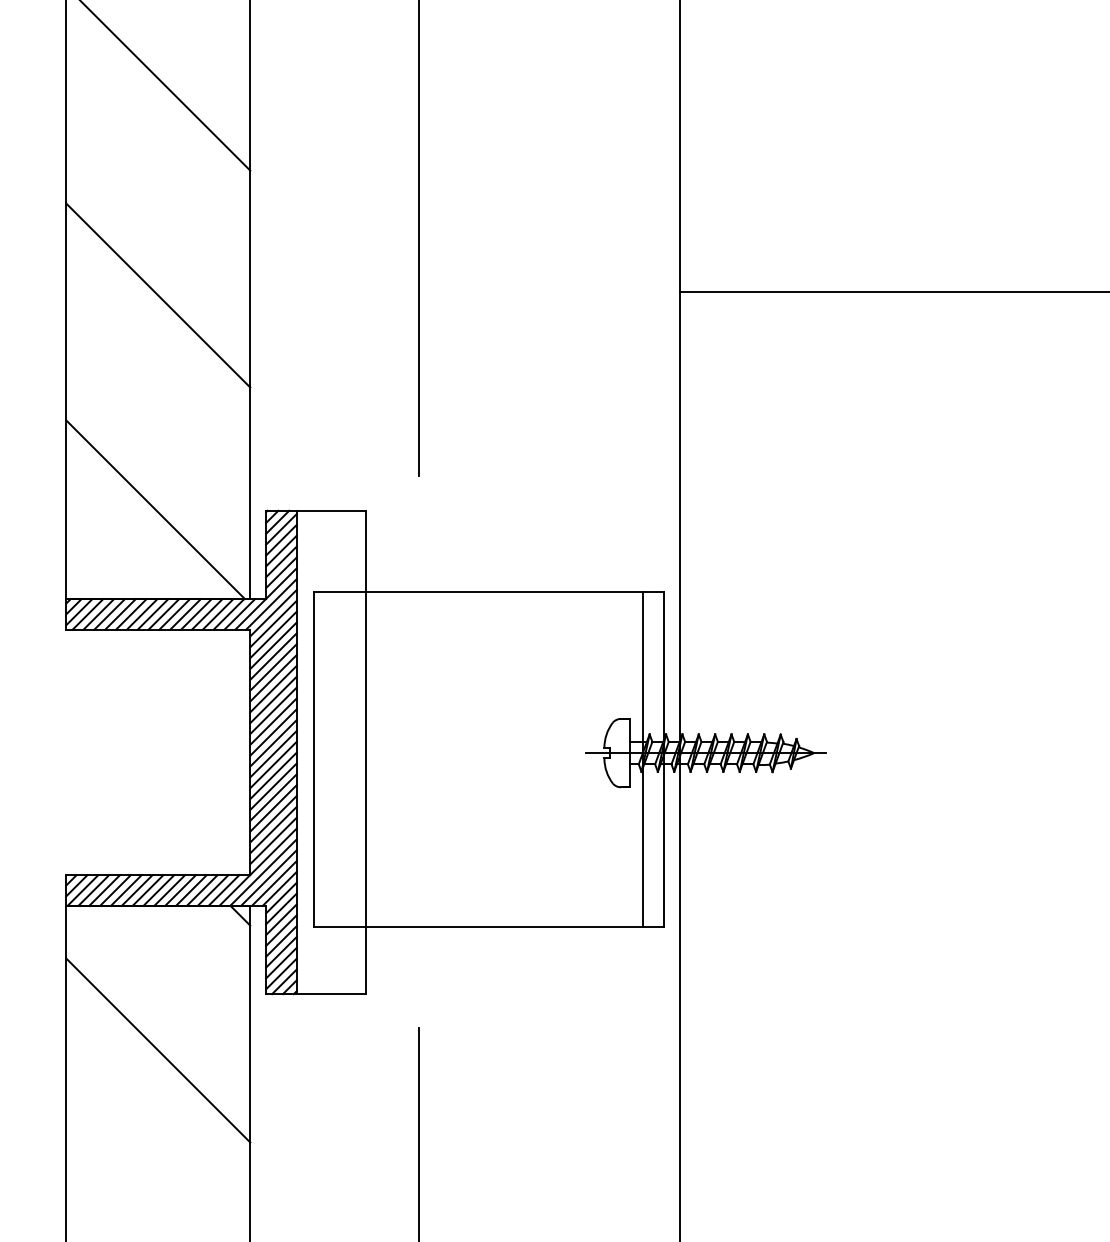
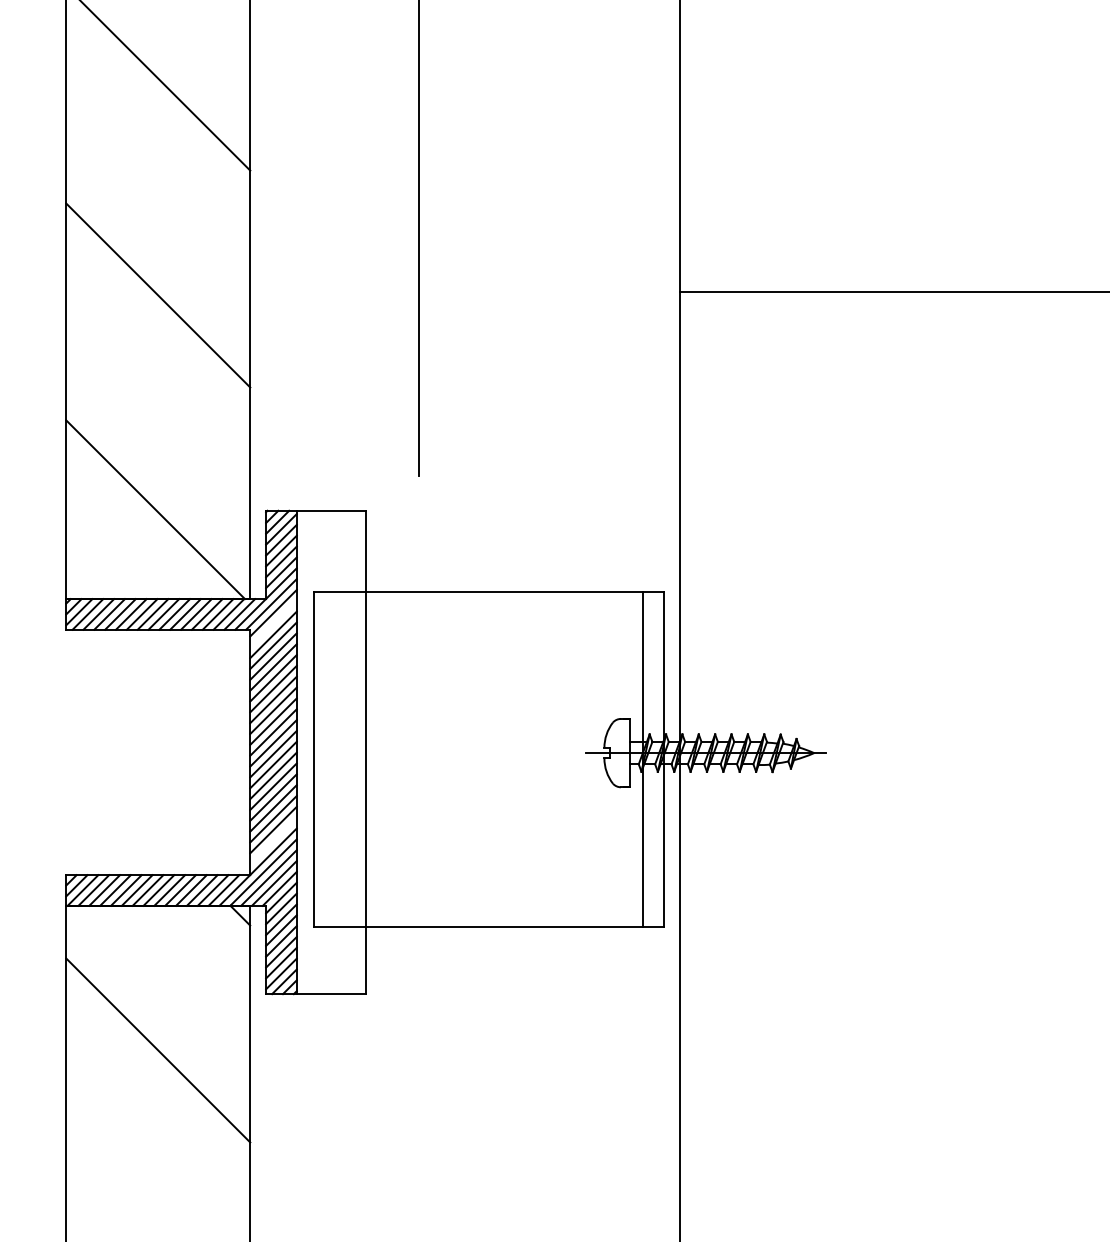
line at (273, 623): present -> none
line at (273, 840): present -> none
line at (418, 1133): present -> none
